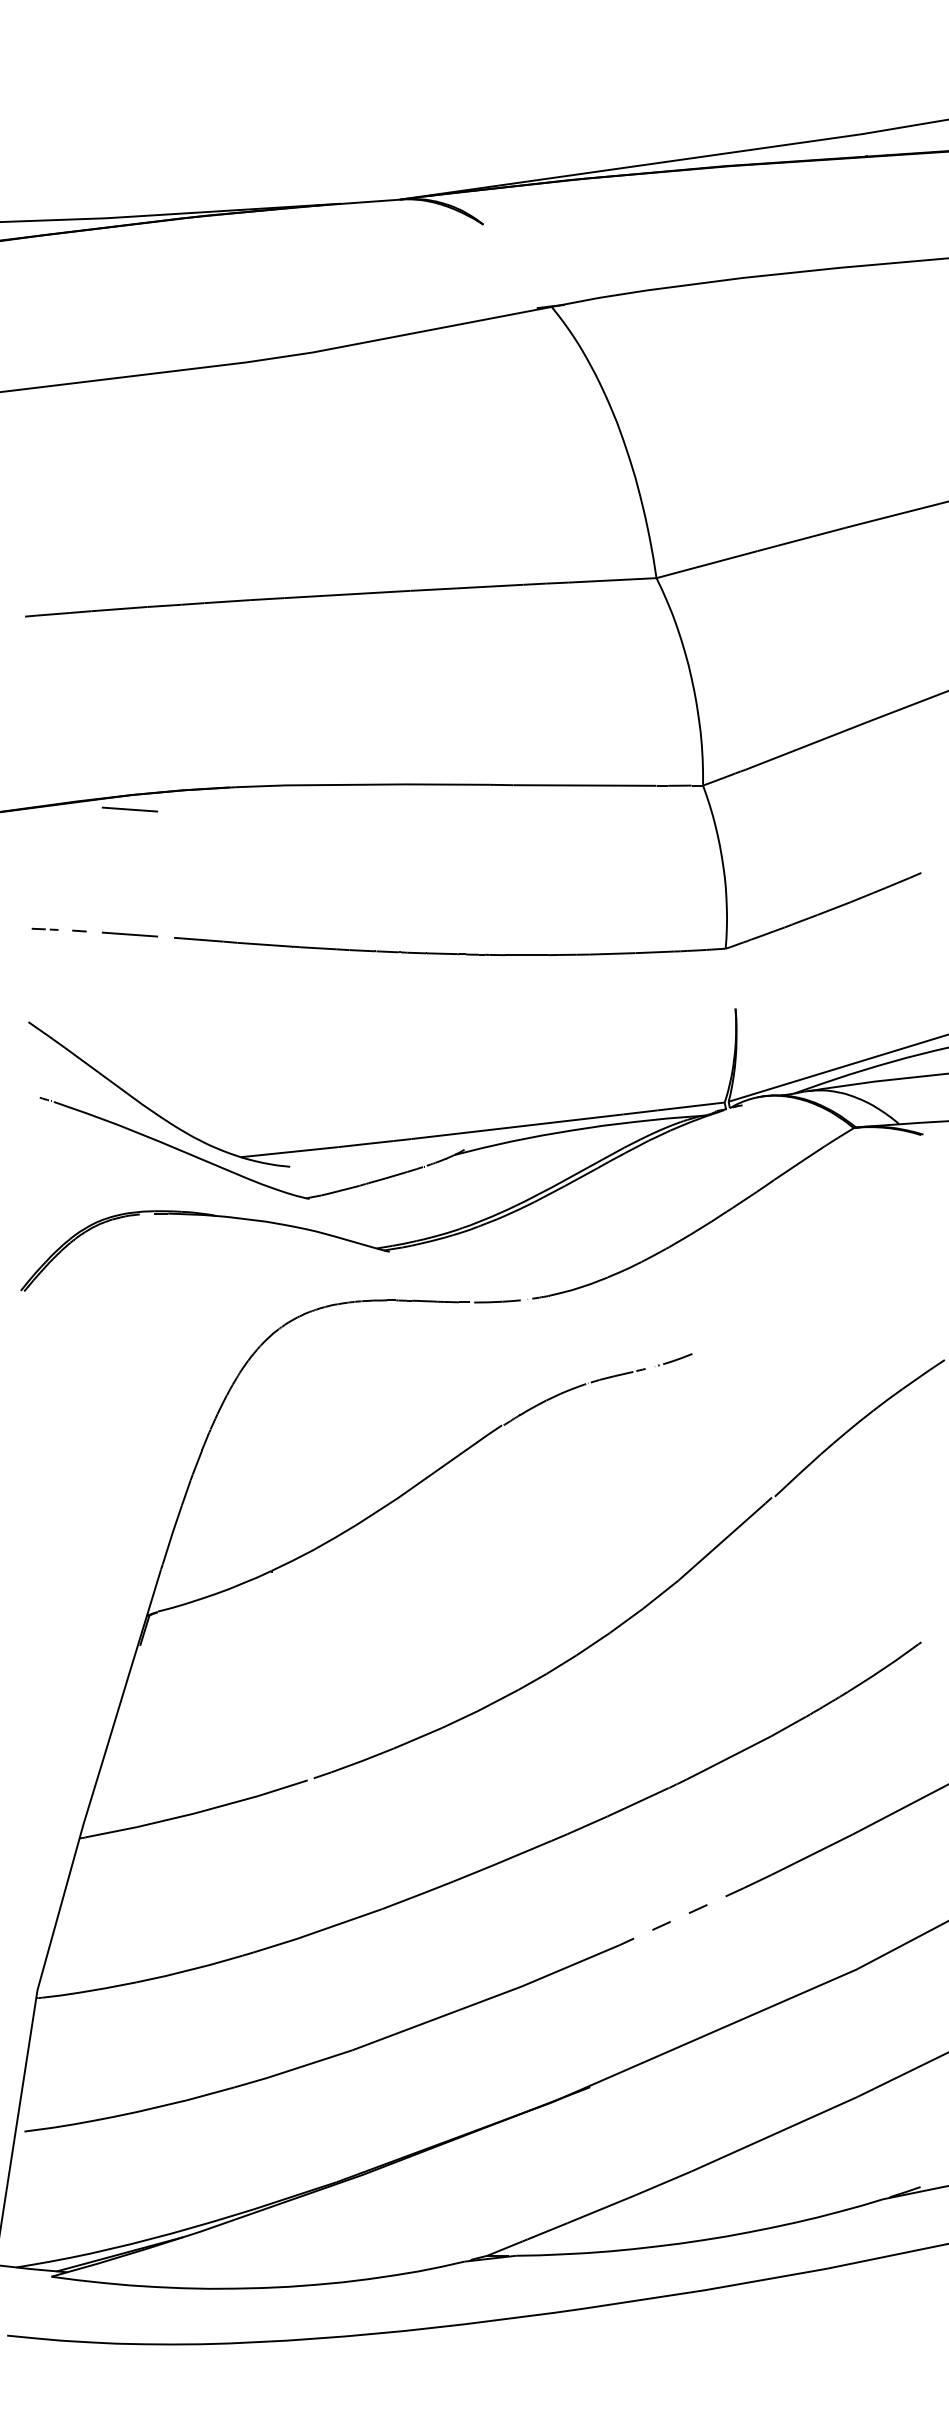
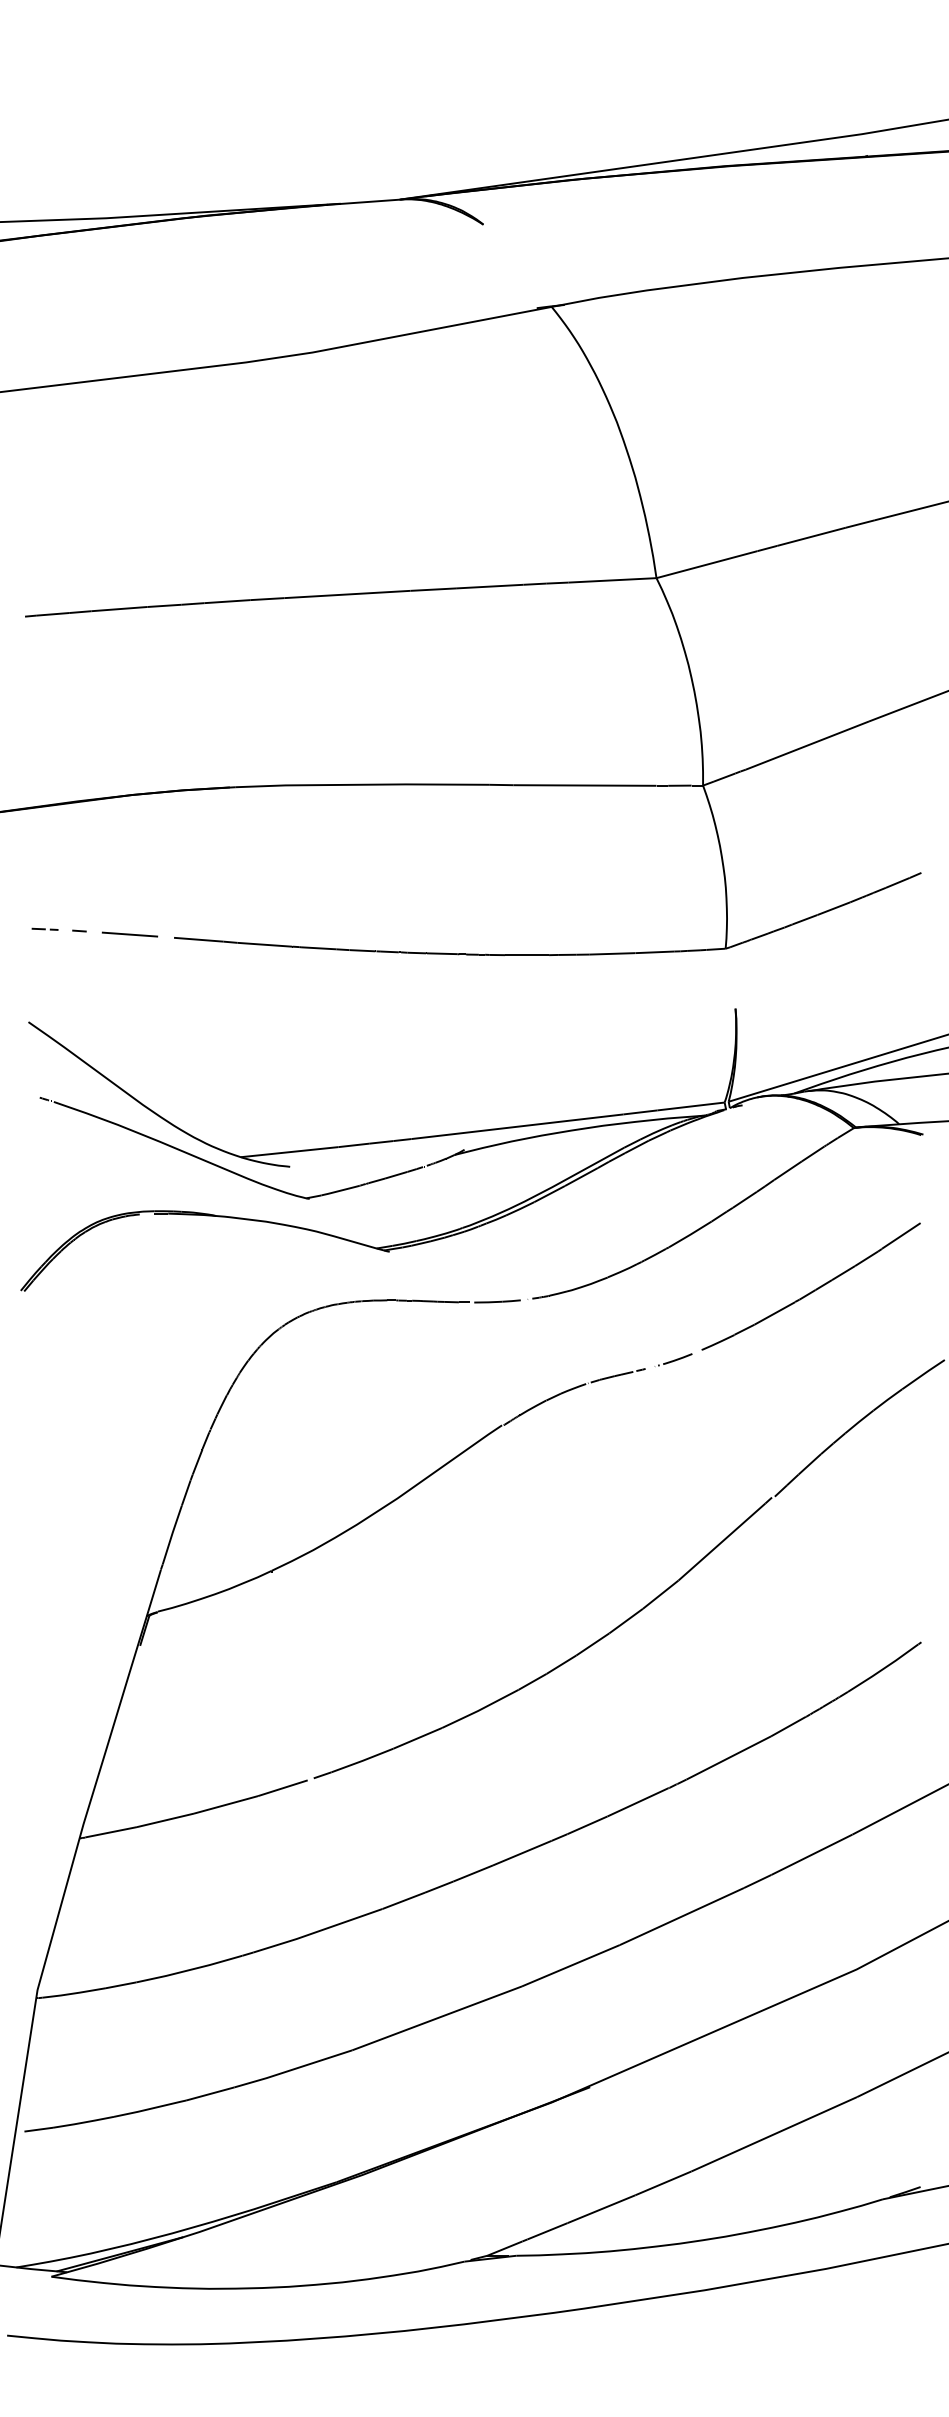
line at (129, 809): present -> none
part at (810, 1286): none -> present
line at (681, 1916): dashed -> solid
